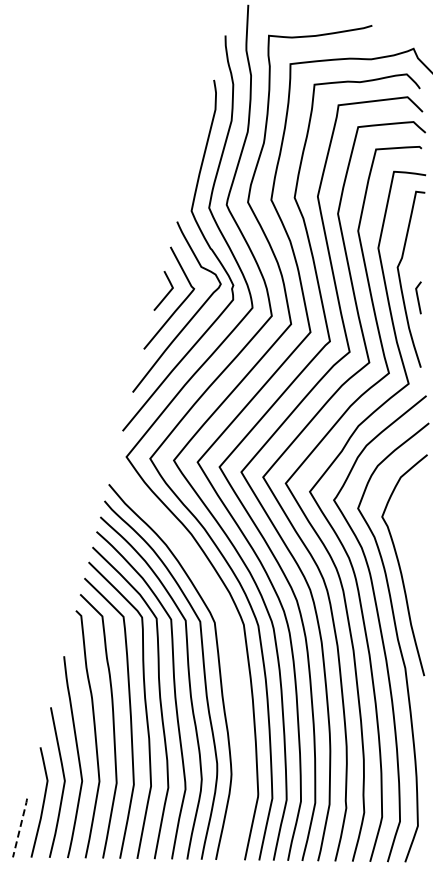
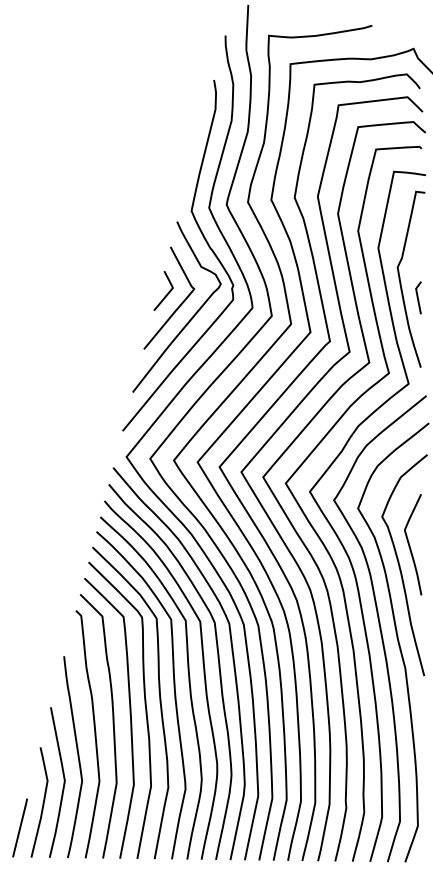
curve at (410, 545): none -> present
curve at (232, 660): none -> present
line at (20, 826): dashed -> solid
